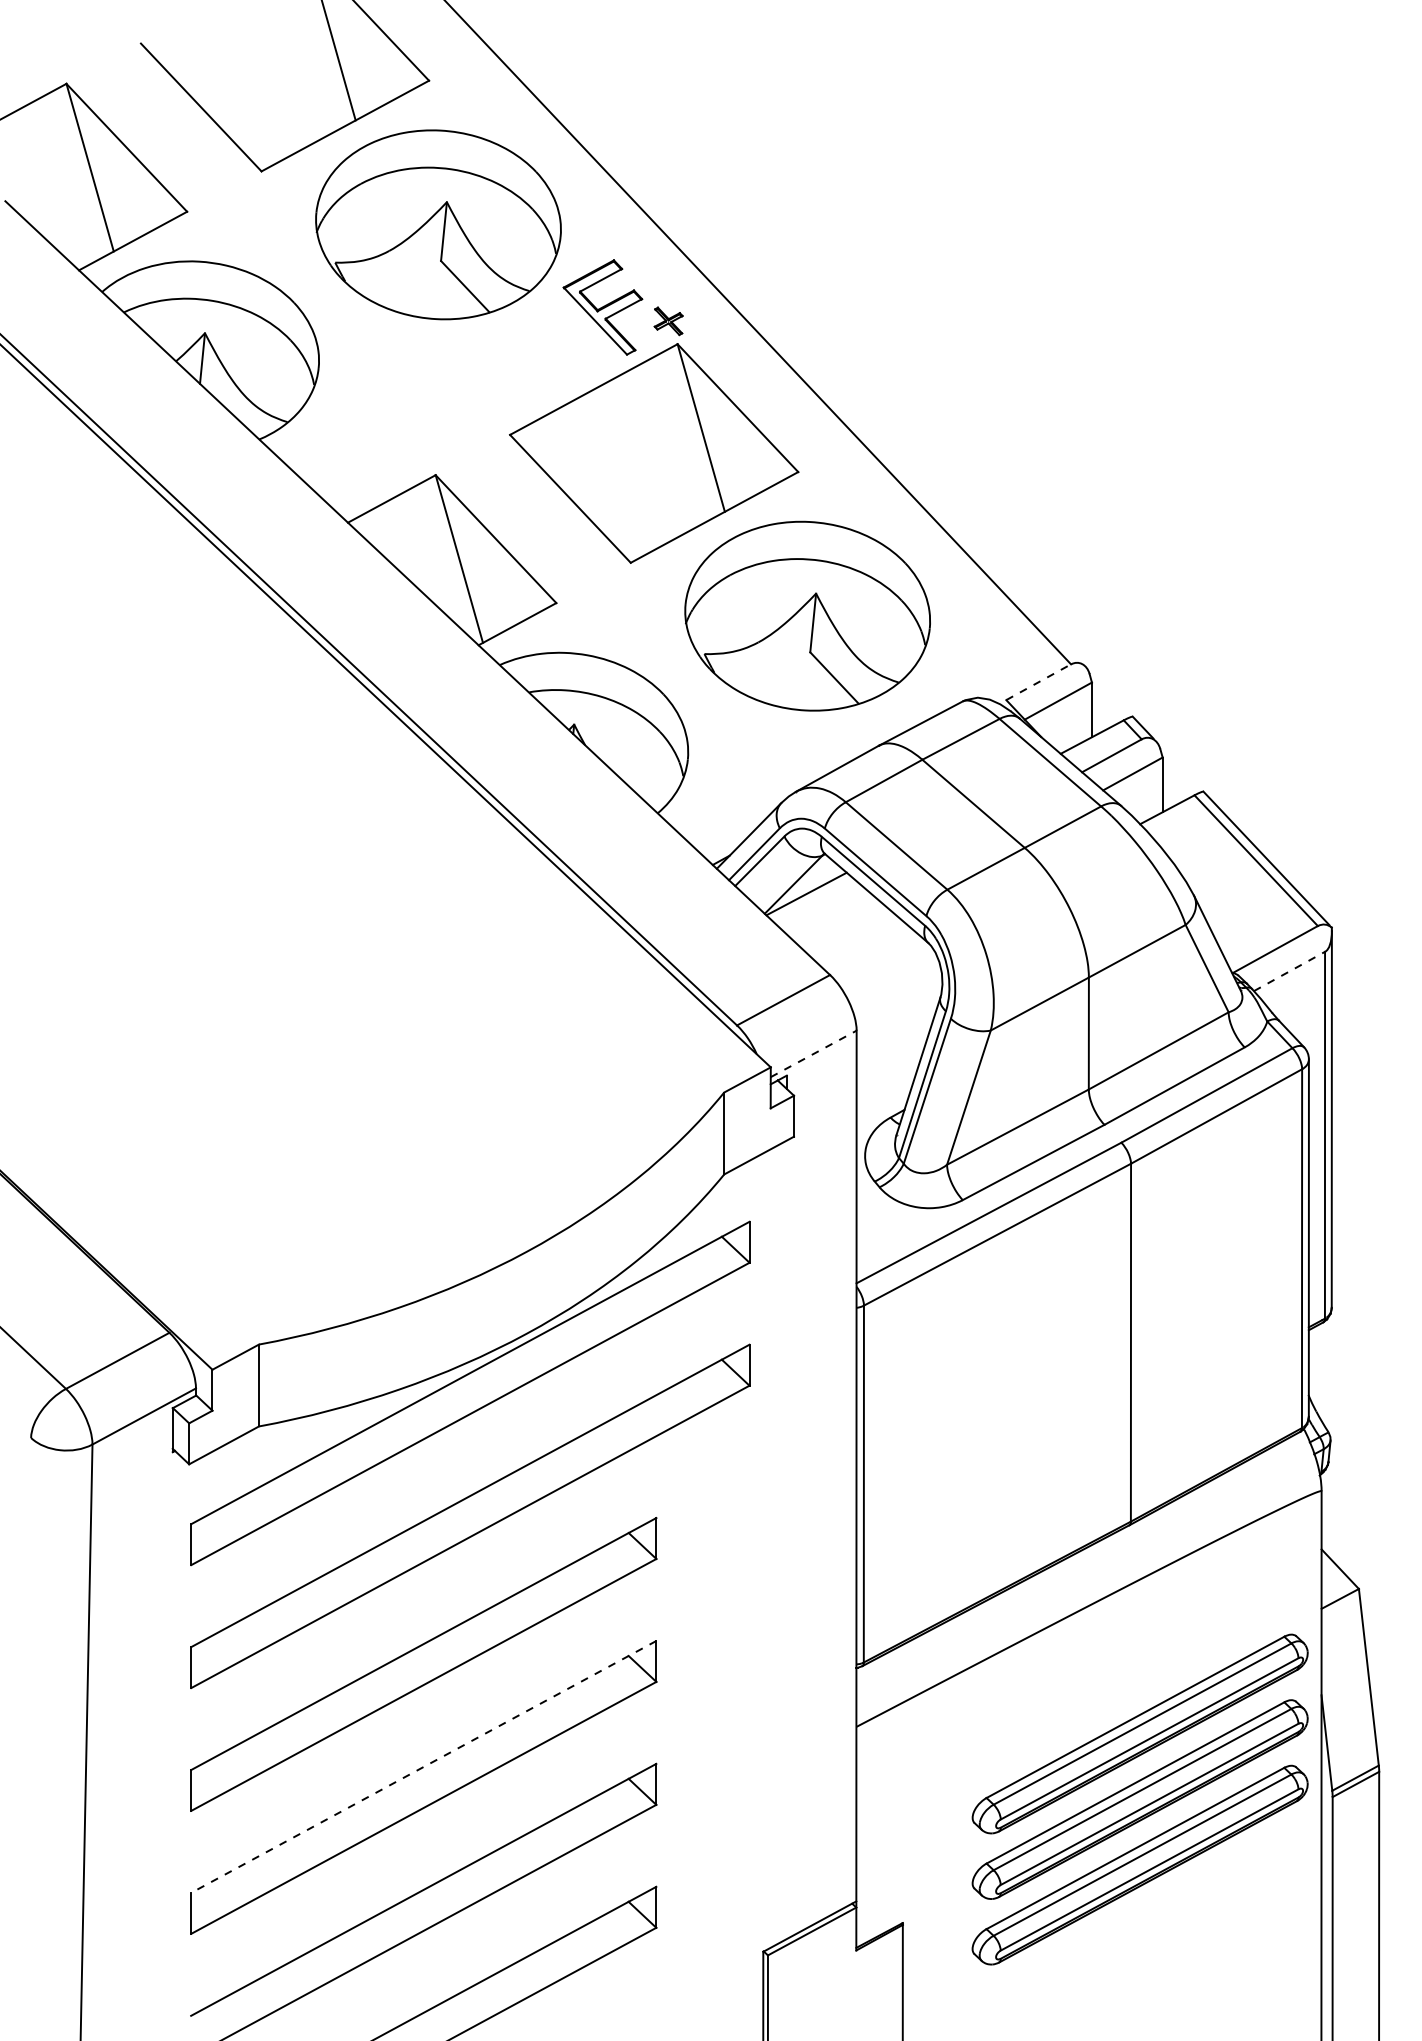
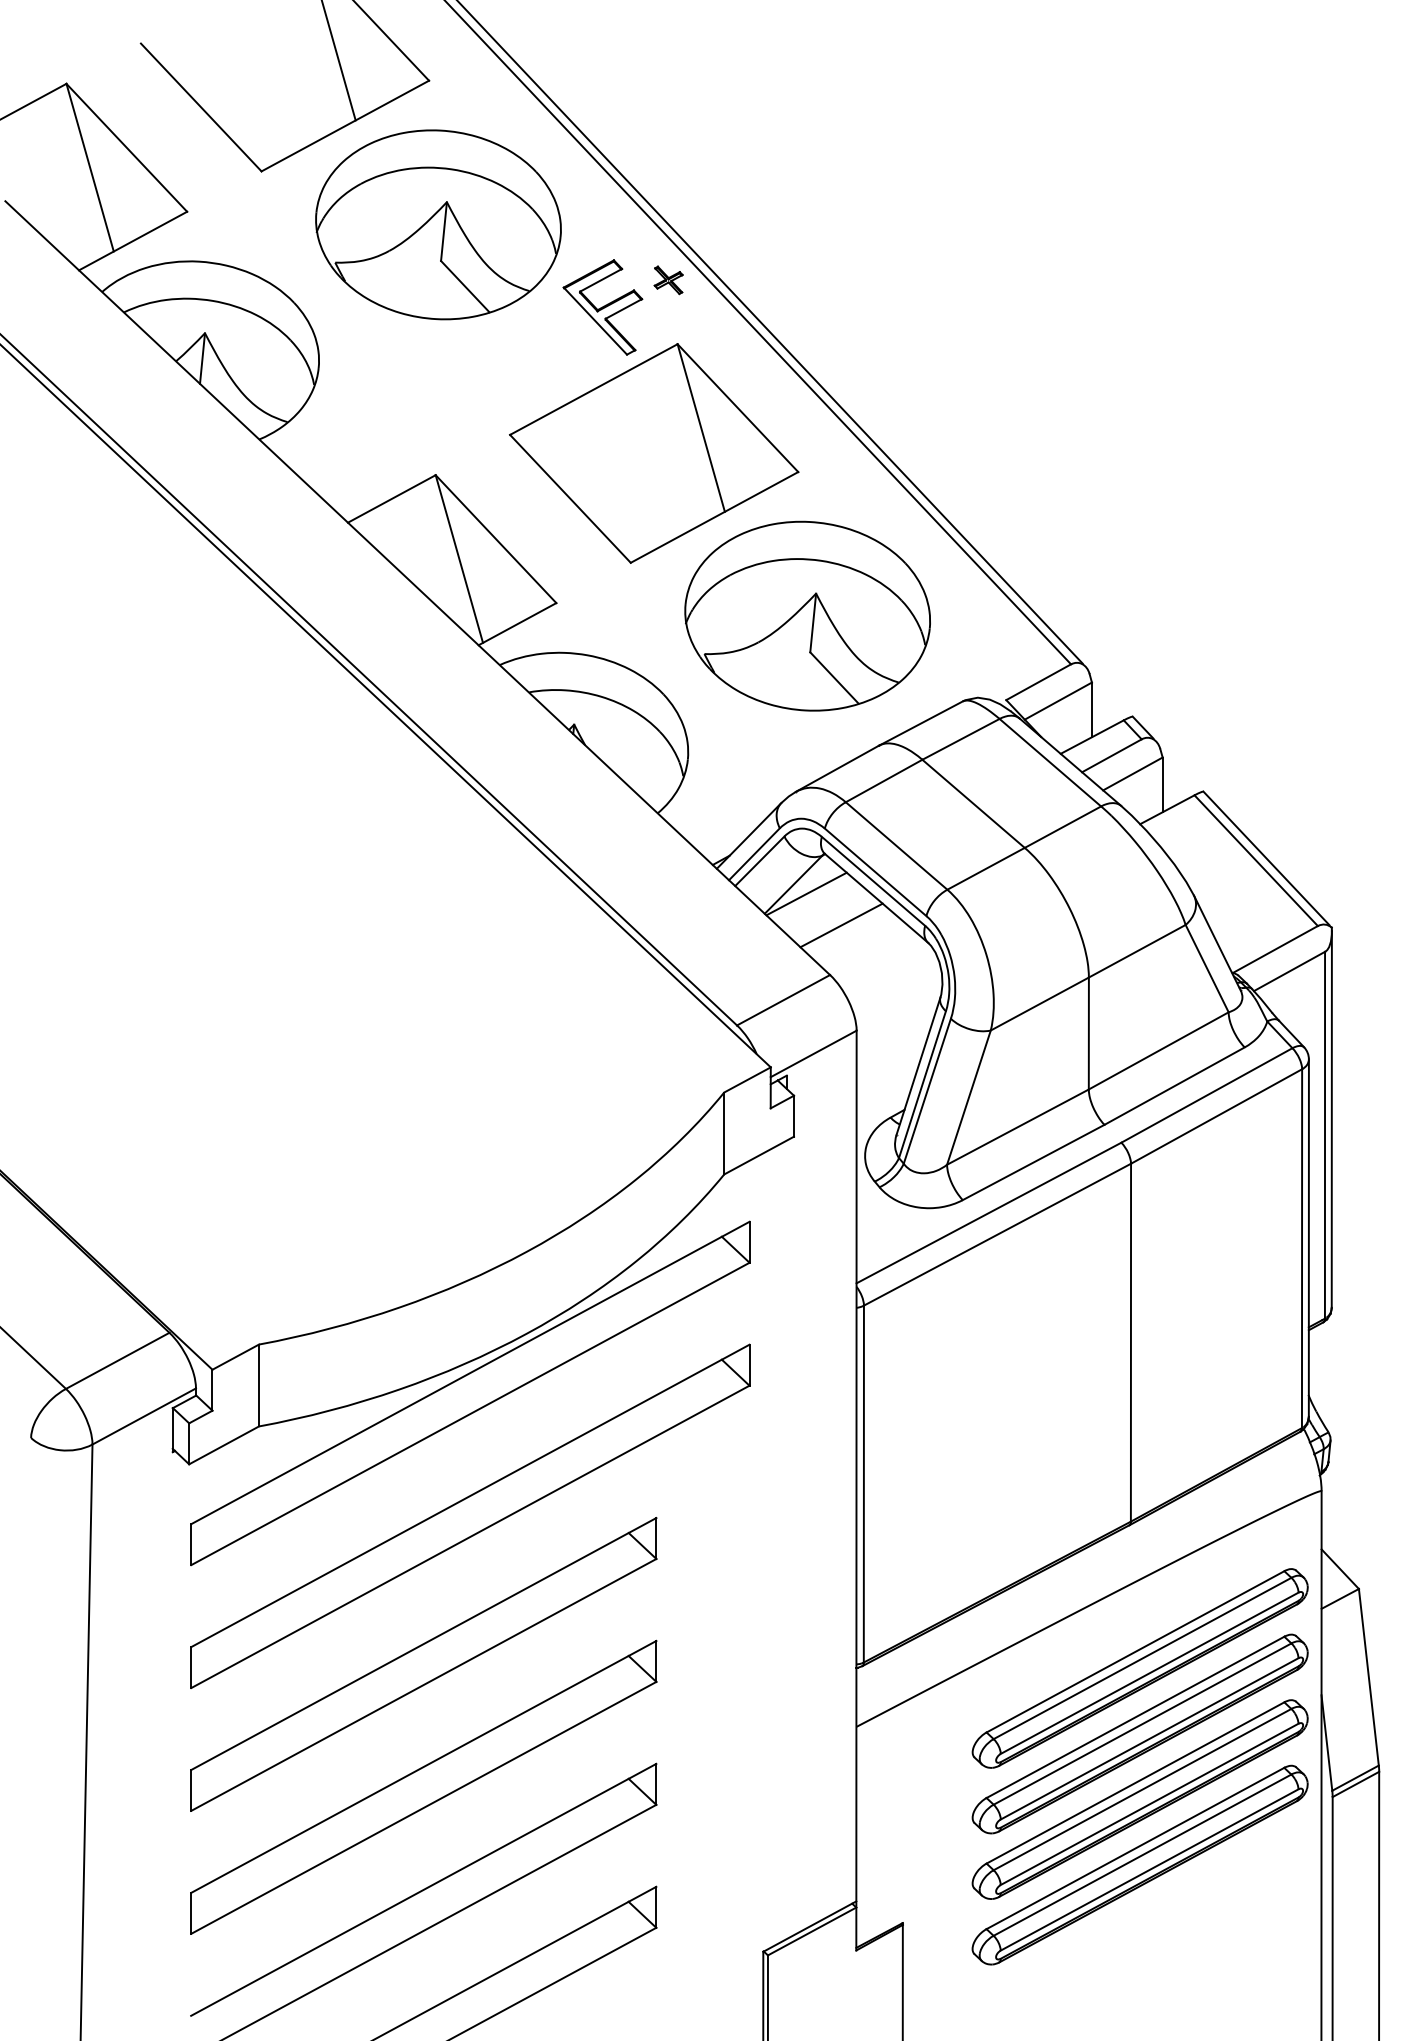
part at (668, 321) position: (668, 321) -> (668, 280)
line at (770, 332): none -> present
line at (1038, 682): dashed -> solid
line at (841, 925): none -> present
line at (1289, 971): dashed -> solid
line at (813, 1053): dashed -> solid
part at (1139, 1668): none -> present
line at (423, 1766): dashed -> solid
